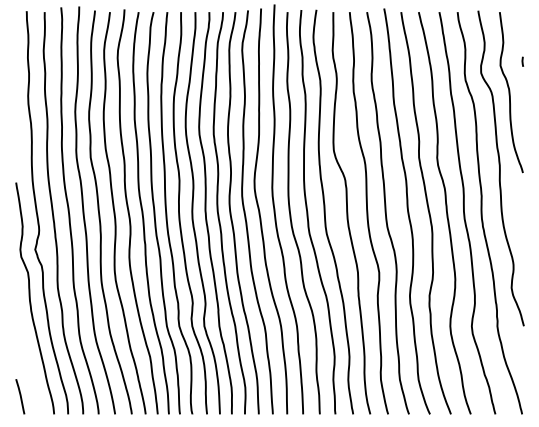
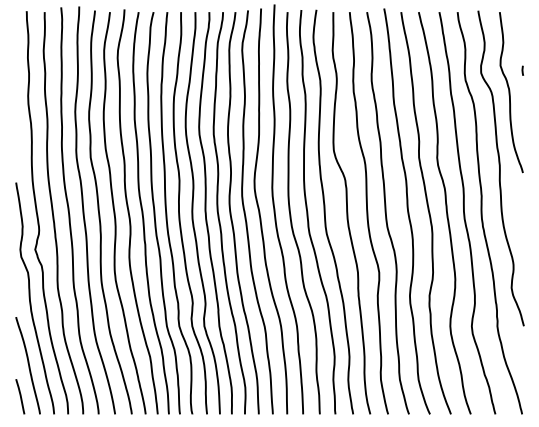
line at (522, 61) position: (522, 61) -> (522, 70)
curve at (28, 365): none -> present
